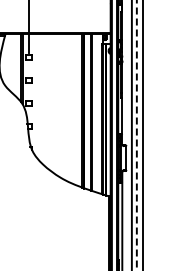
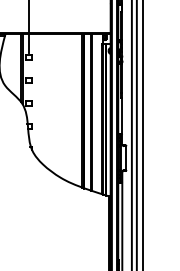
line at (136, 135): dashed -> solid
